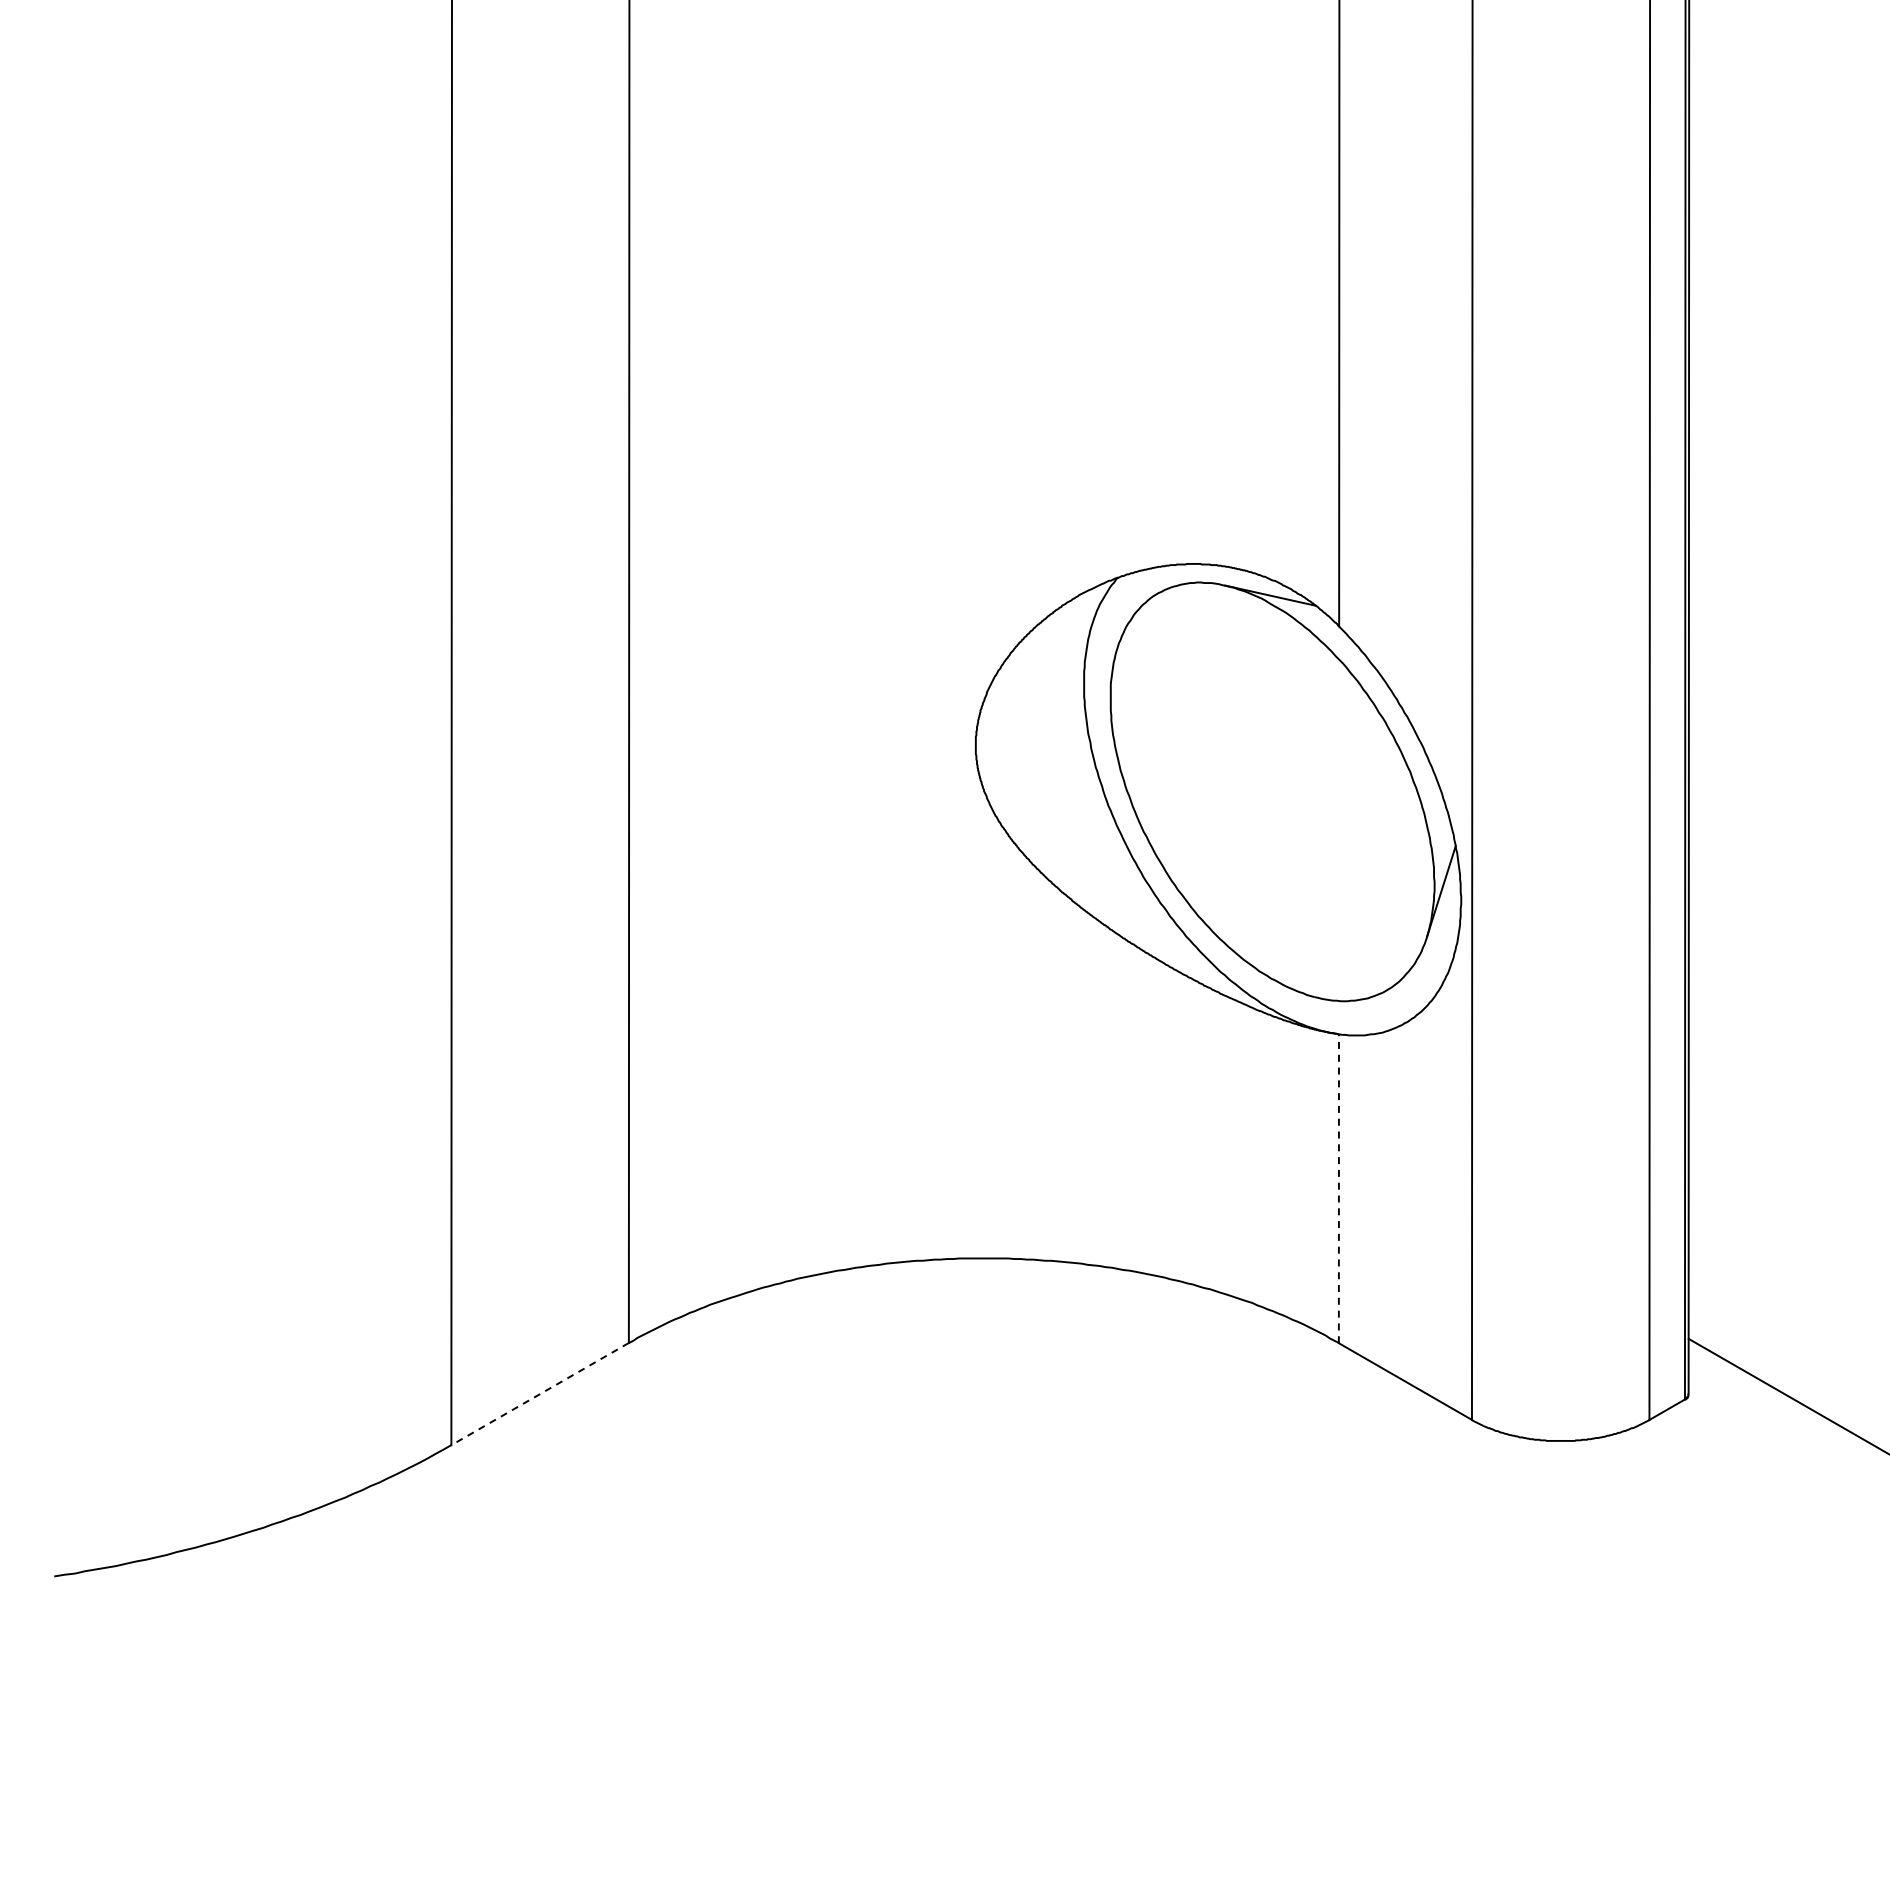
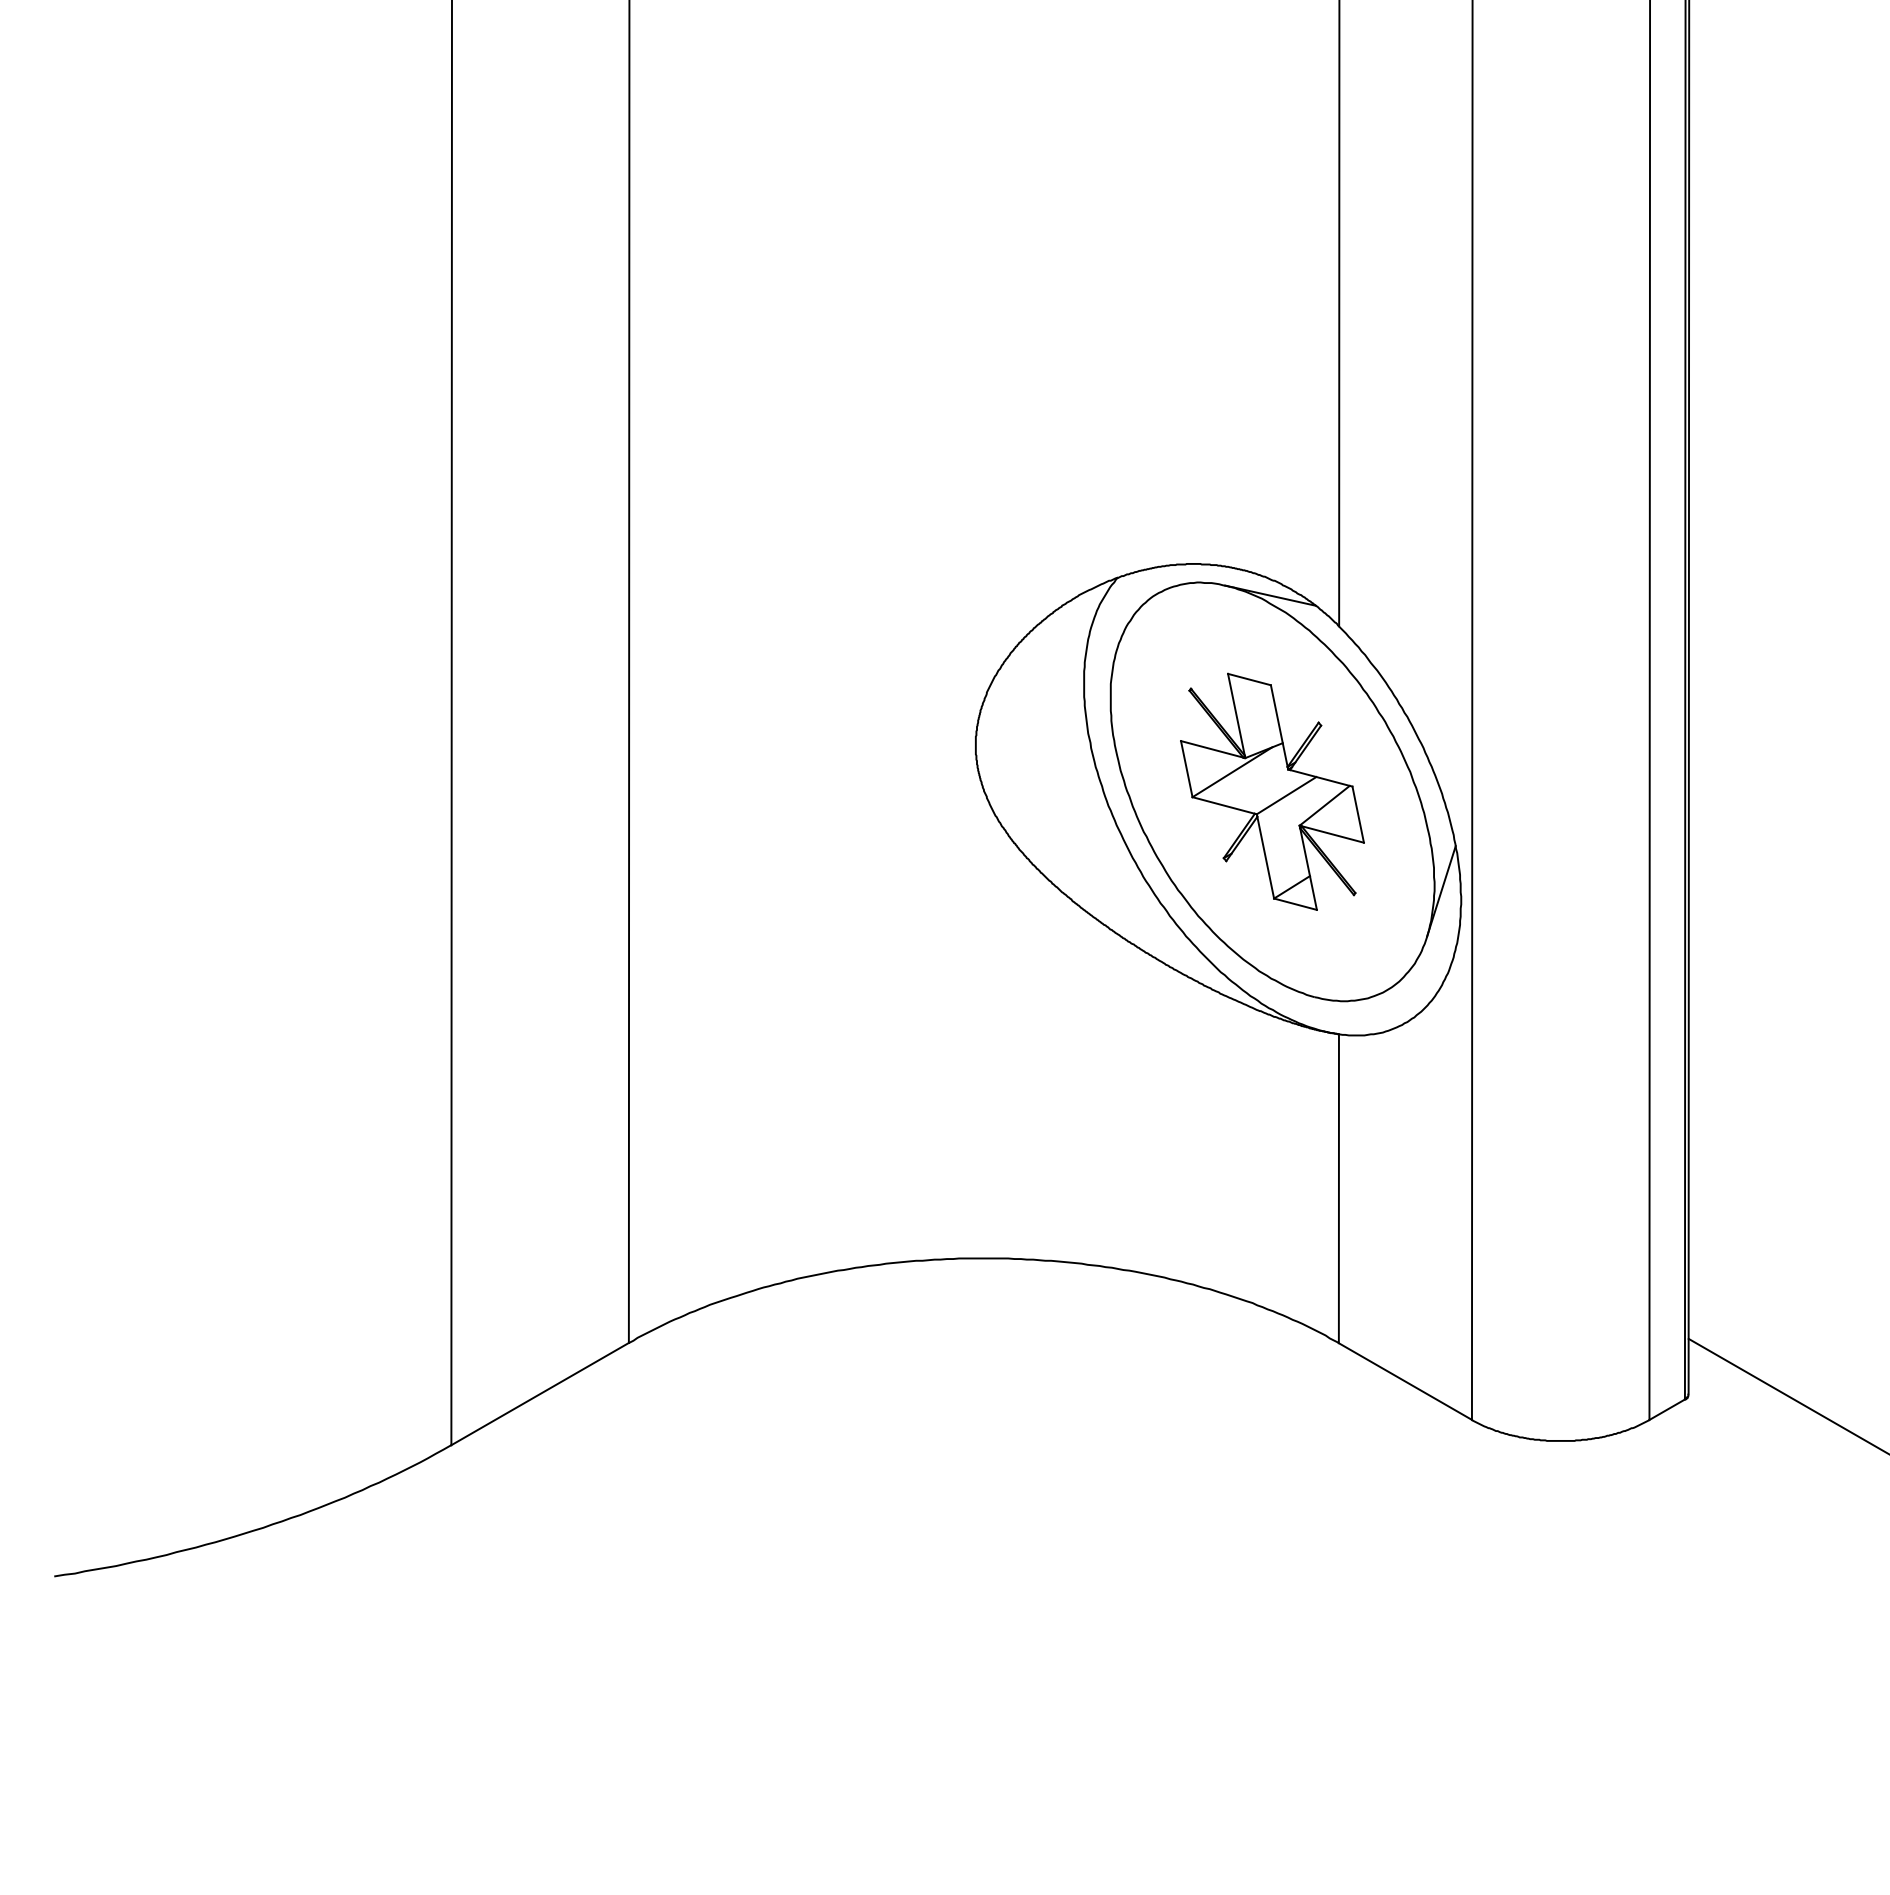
part at (1272, 791): none -> present
line at (1338, 1188): dashed -> solid
line at (539, 1394): dashed -> solid
